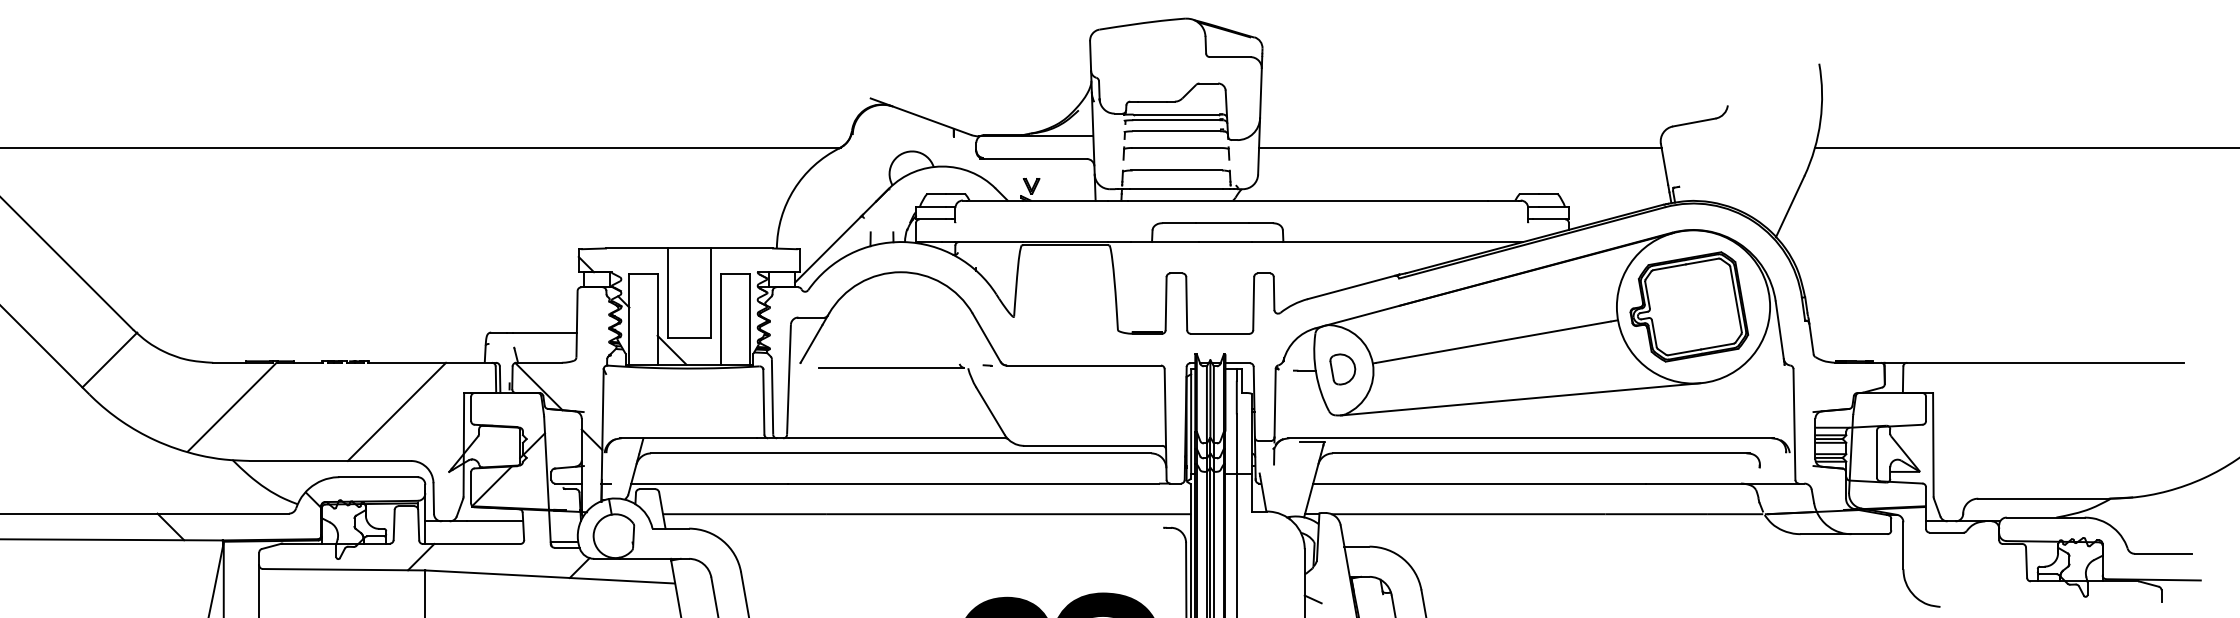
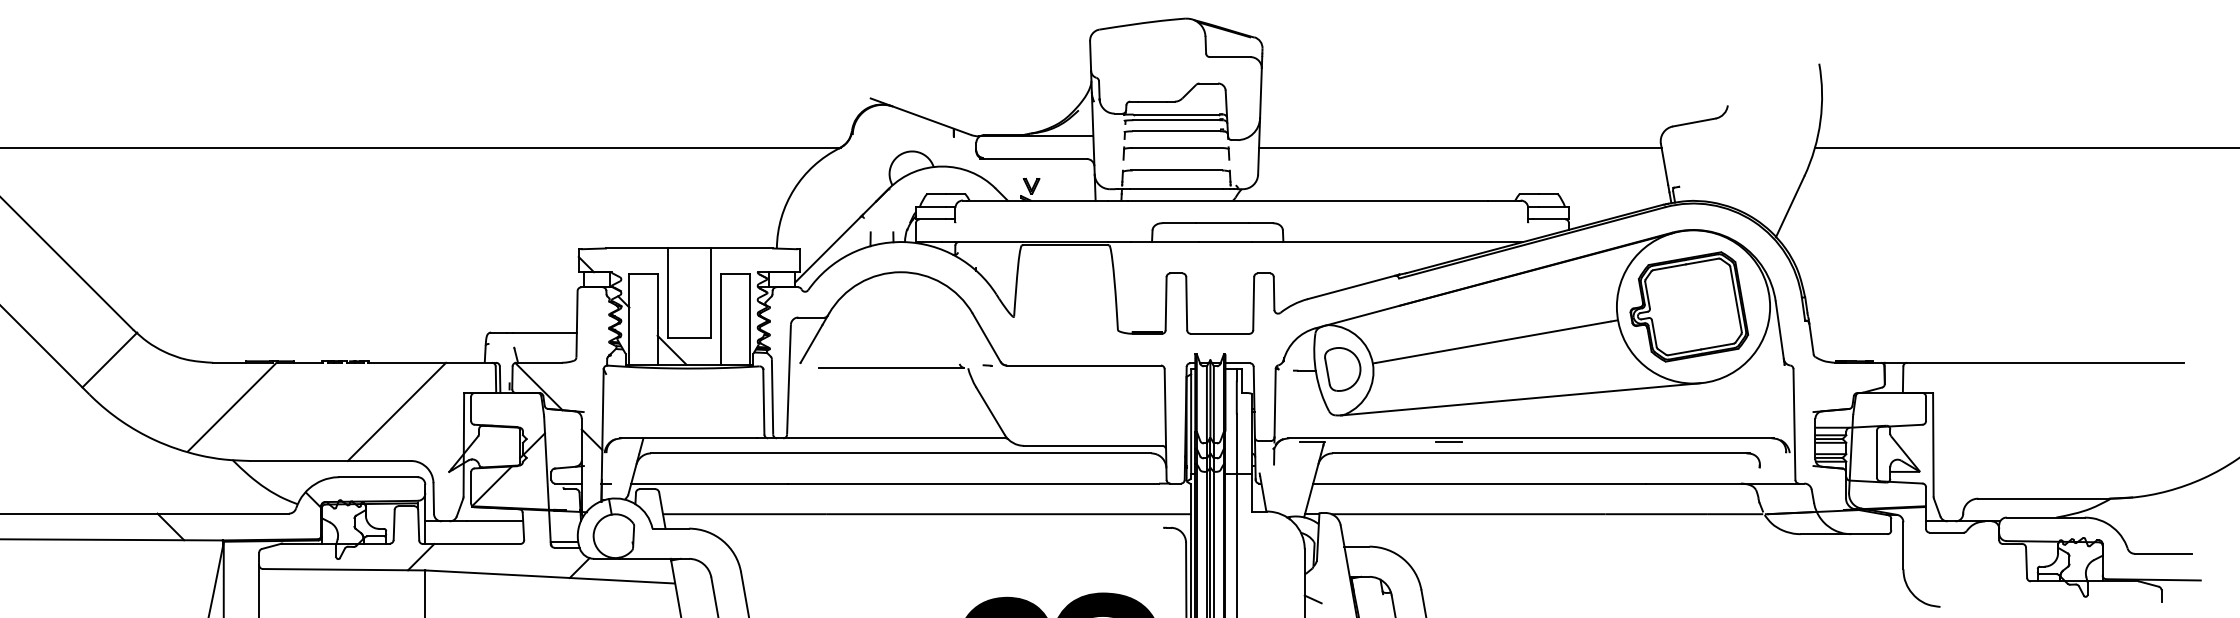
part at (1342, 369) size: 28x33 px -> 38x45 px
line at (1448, 442): none -> present
